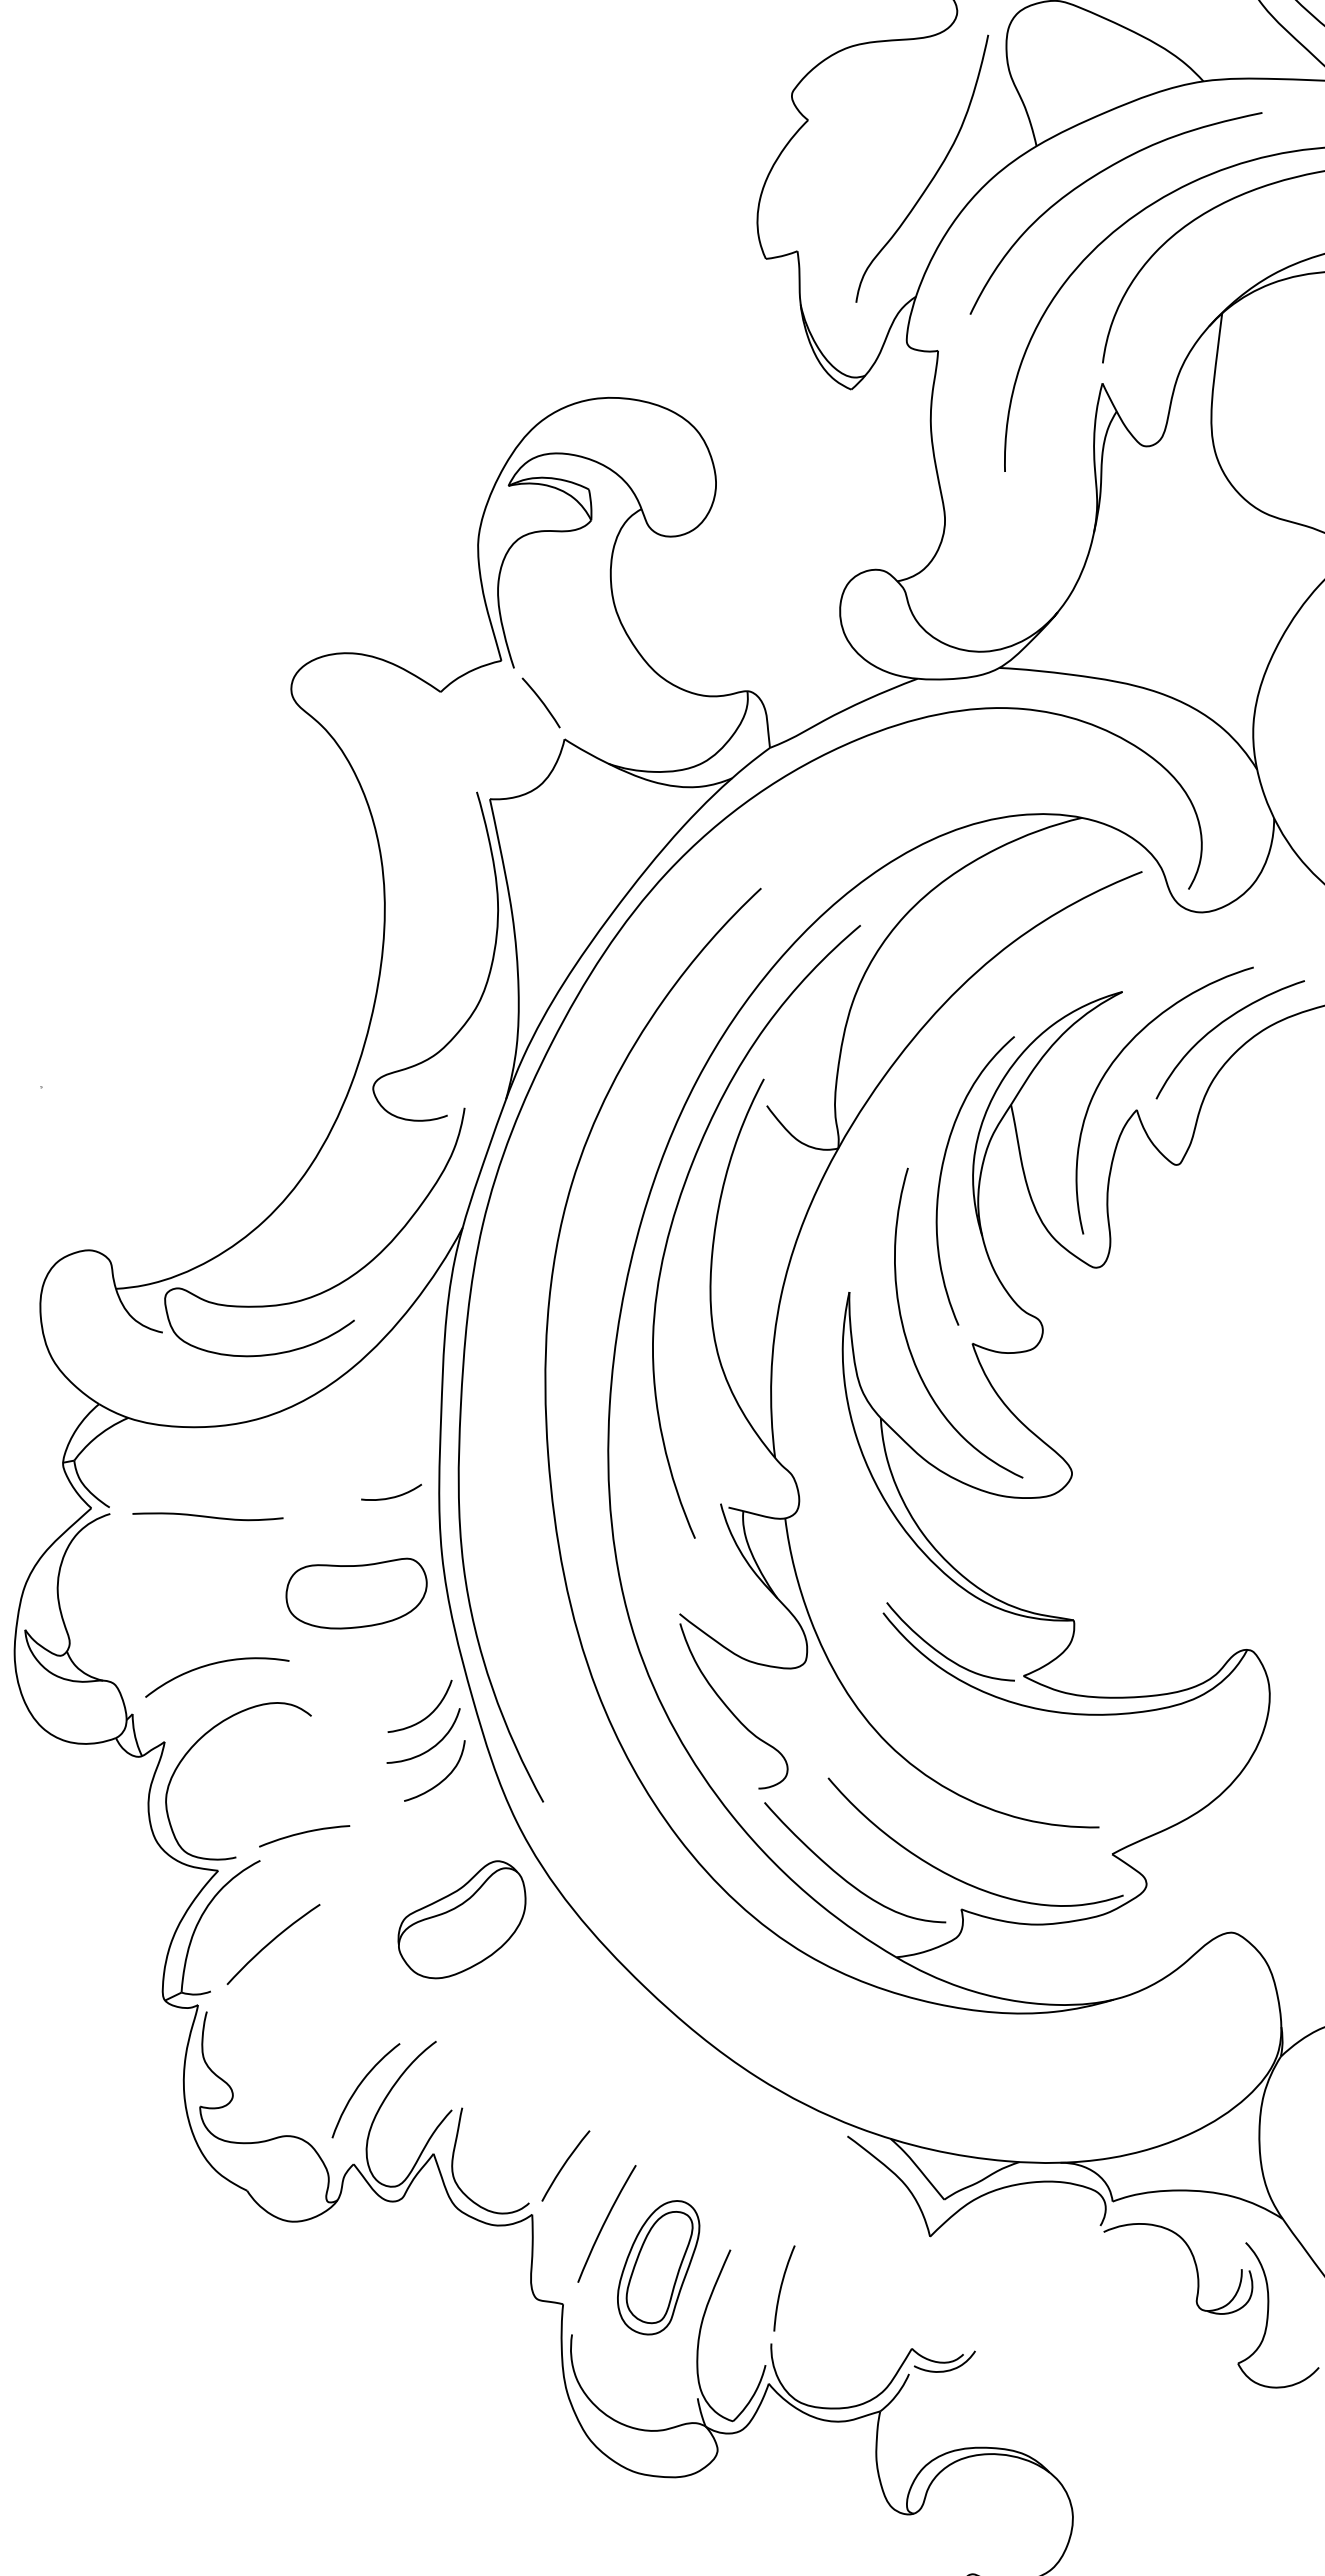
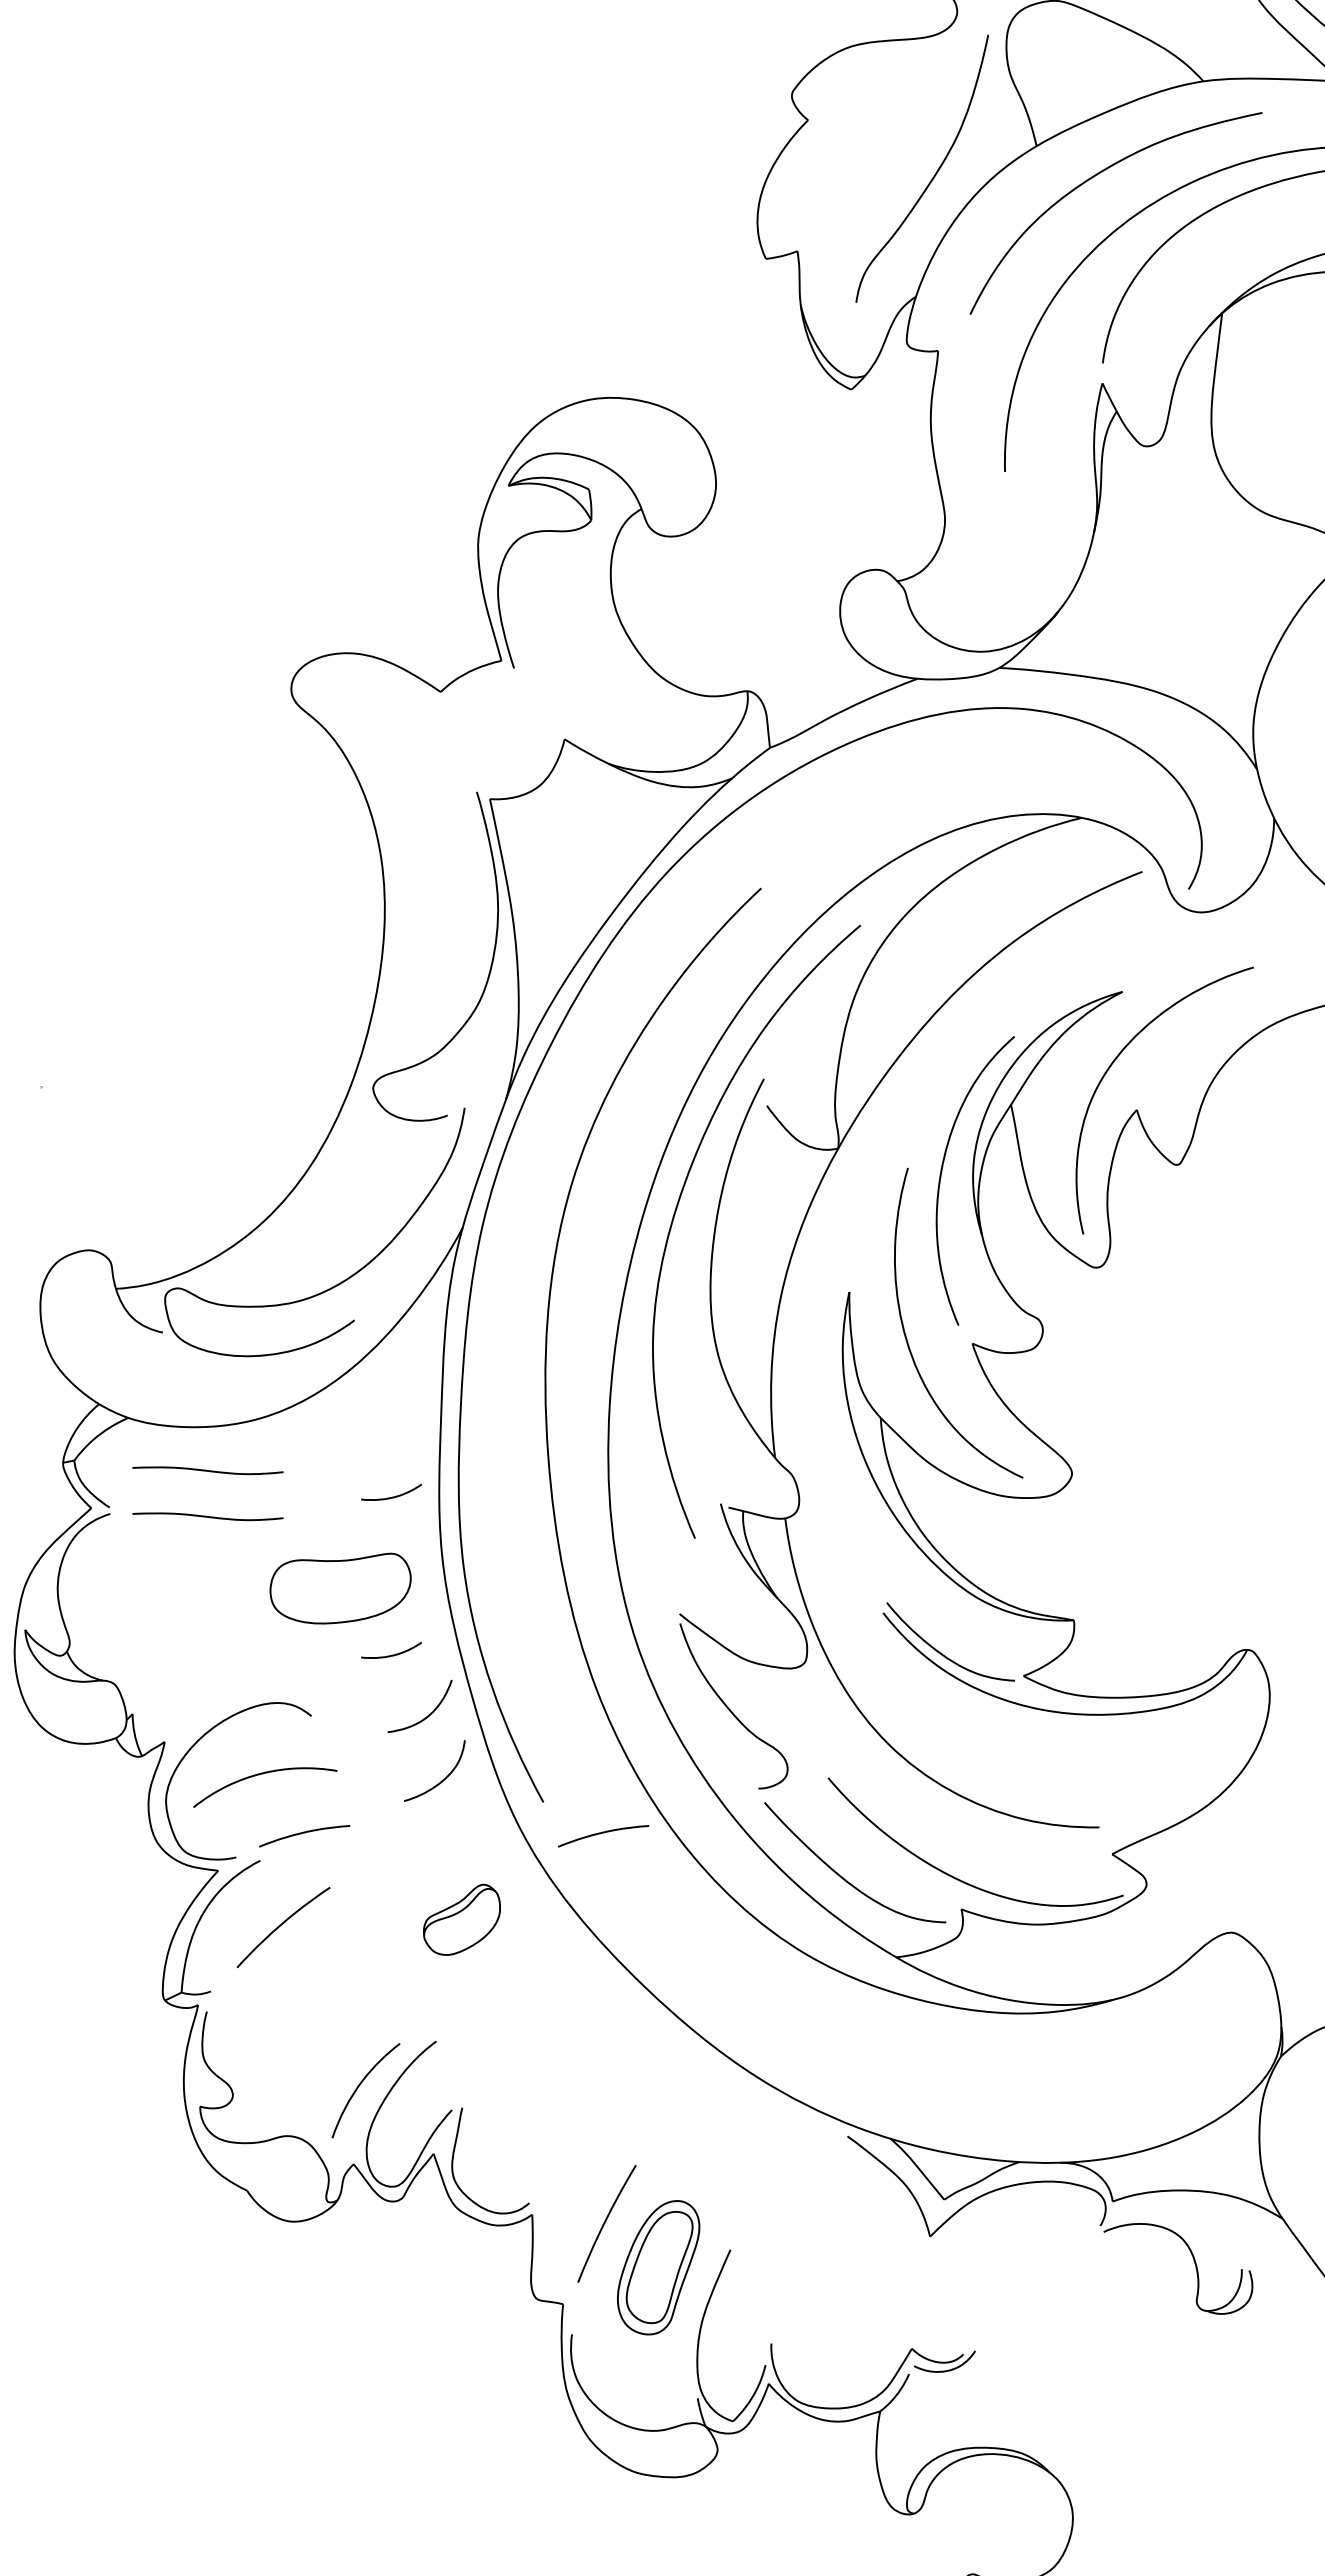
curve at (540, 701): present -> none
curve at (1217, 1027): present -> none
curve at (207, 1470): none -> present
part at (356, 1593) position: (356, 1593) -> (340, 1588)
curve at (392, 1654): none -> present
curve at (215, 1664) position: (215, 1664) -> (263, 1774)
curve at (433, 1745): present -> none
curve at (603, 1833): none -> present
part at (461, 1919) size: 130x120 px -> 78x73 px
curve at (271, 1942) position: (271, 1942) -> (281, 1925)
curve at (565, 2164): present -> none
curve at (782, 2286): present -> none
part at (1268, 2315): present -> none
